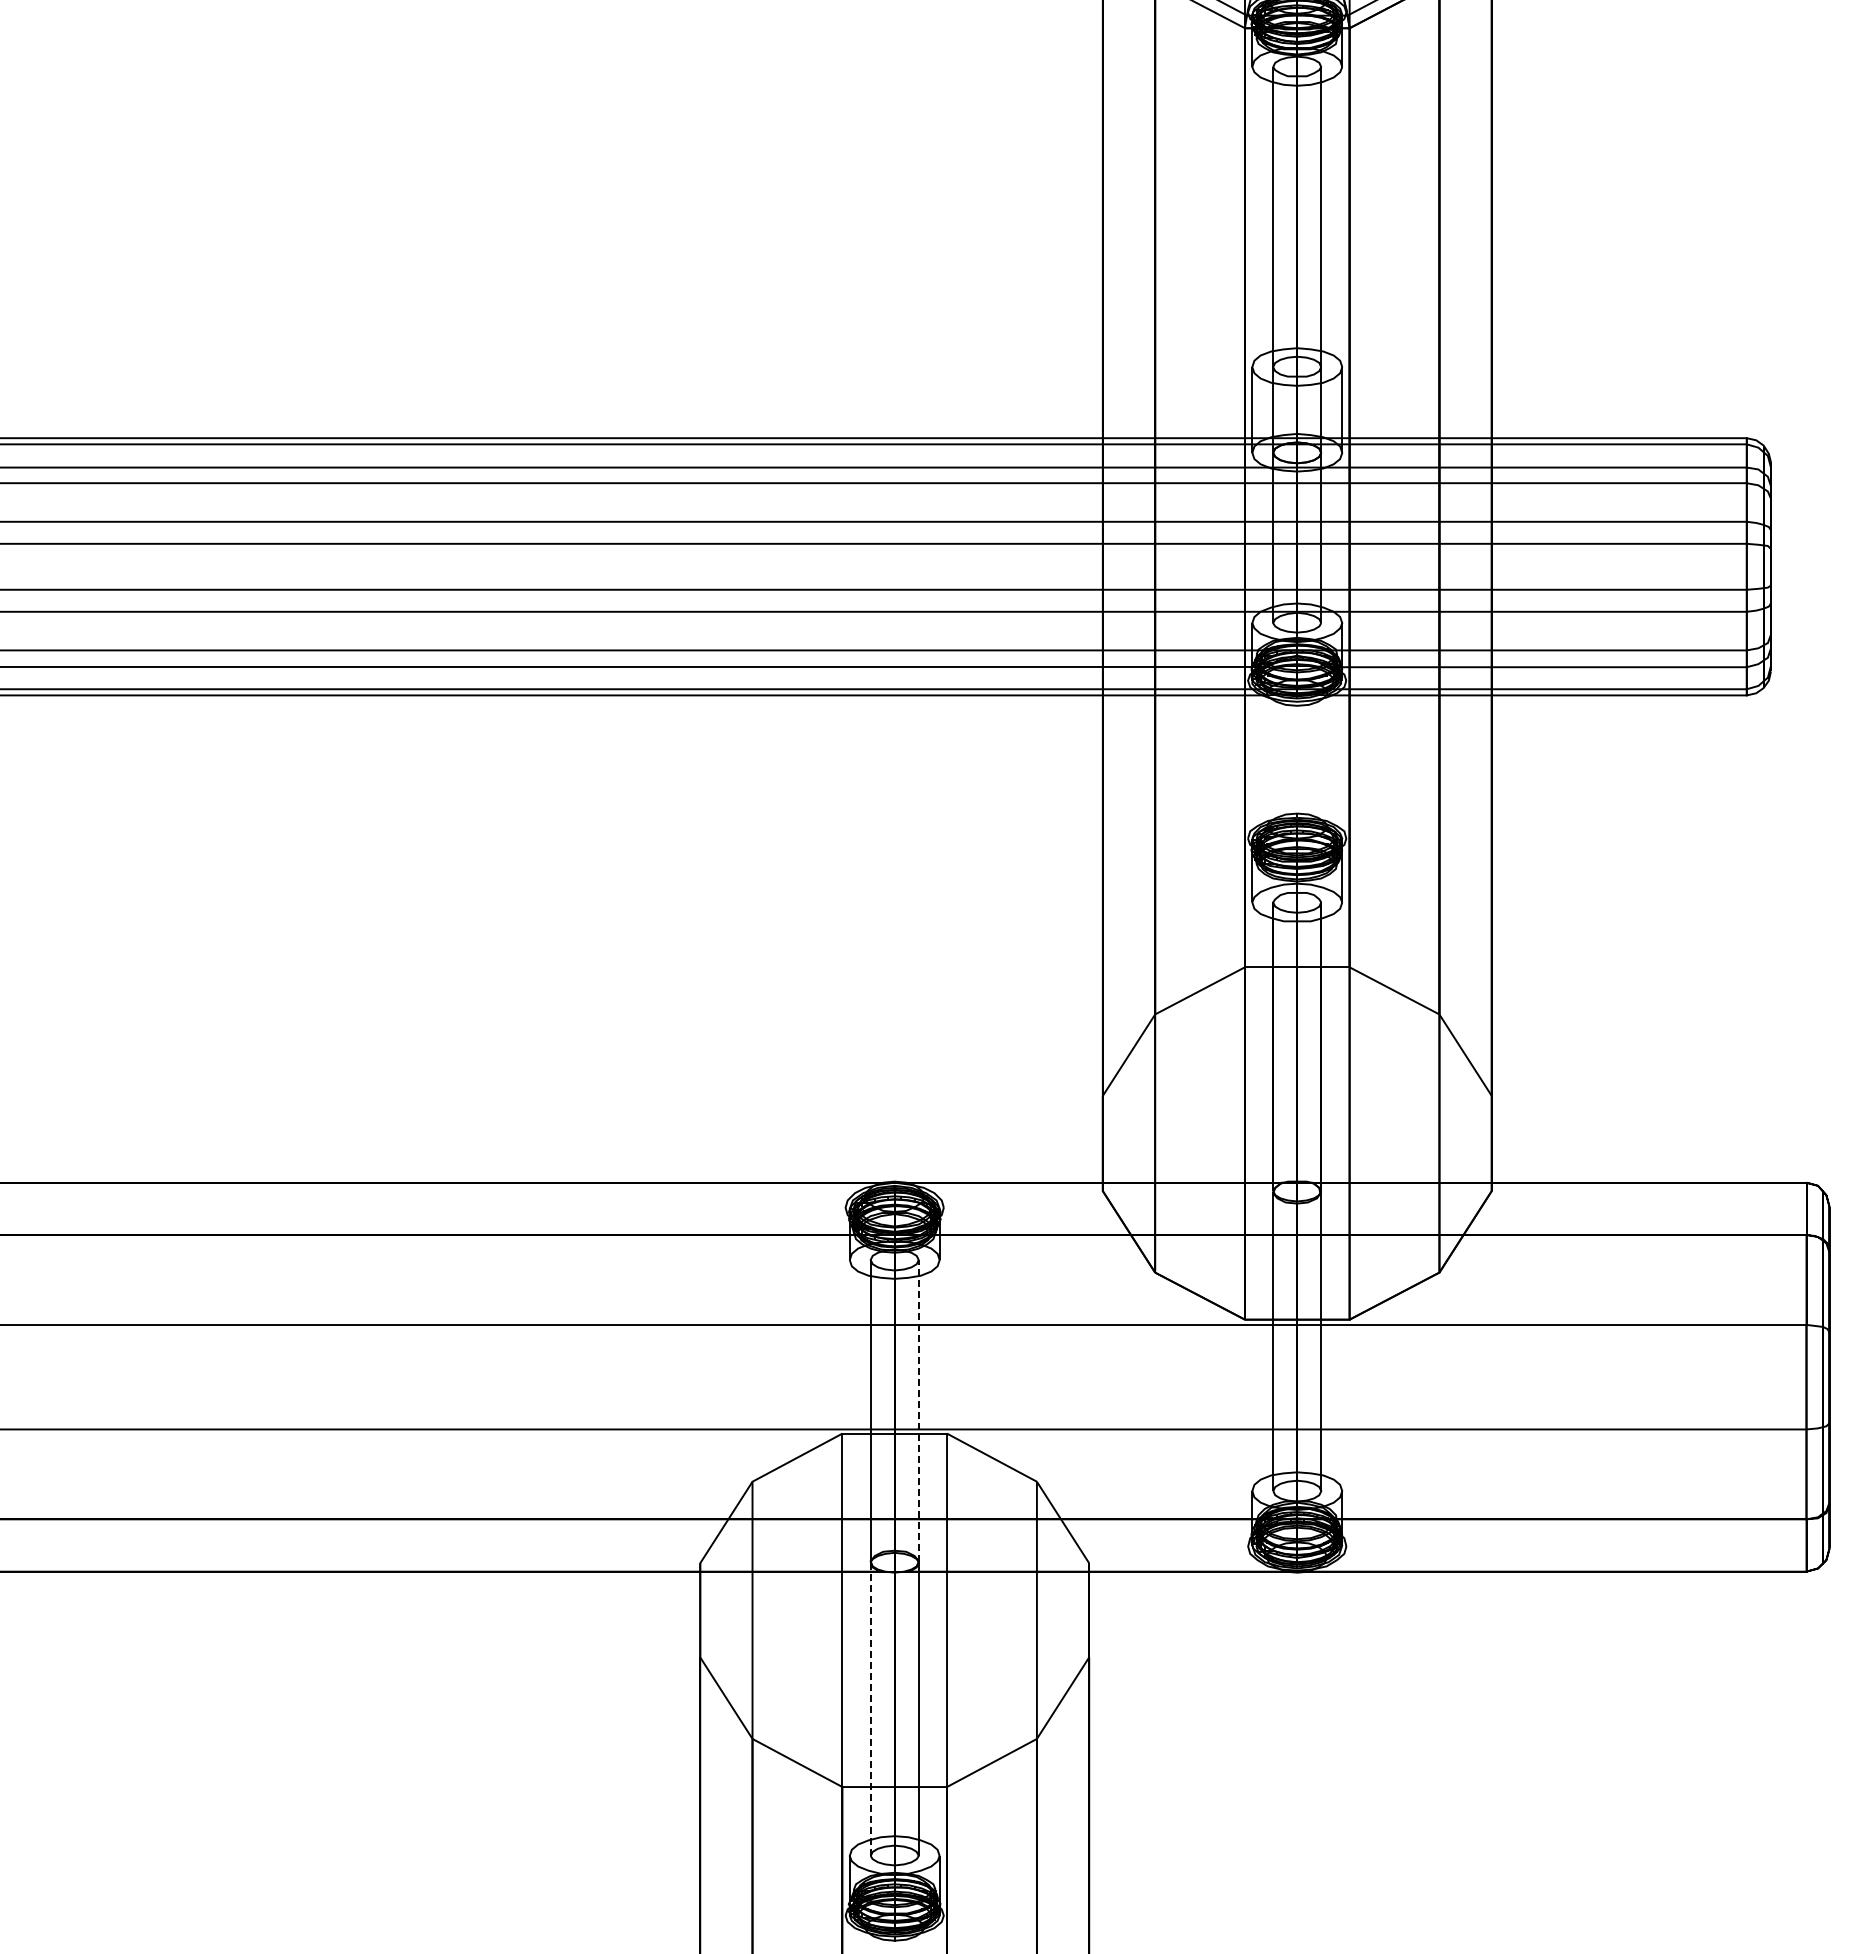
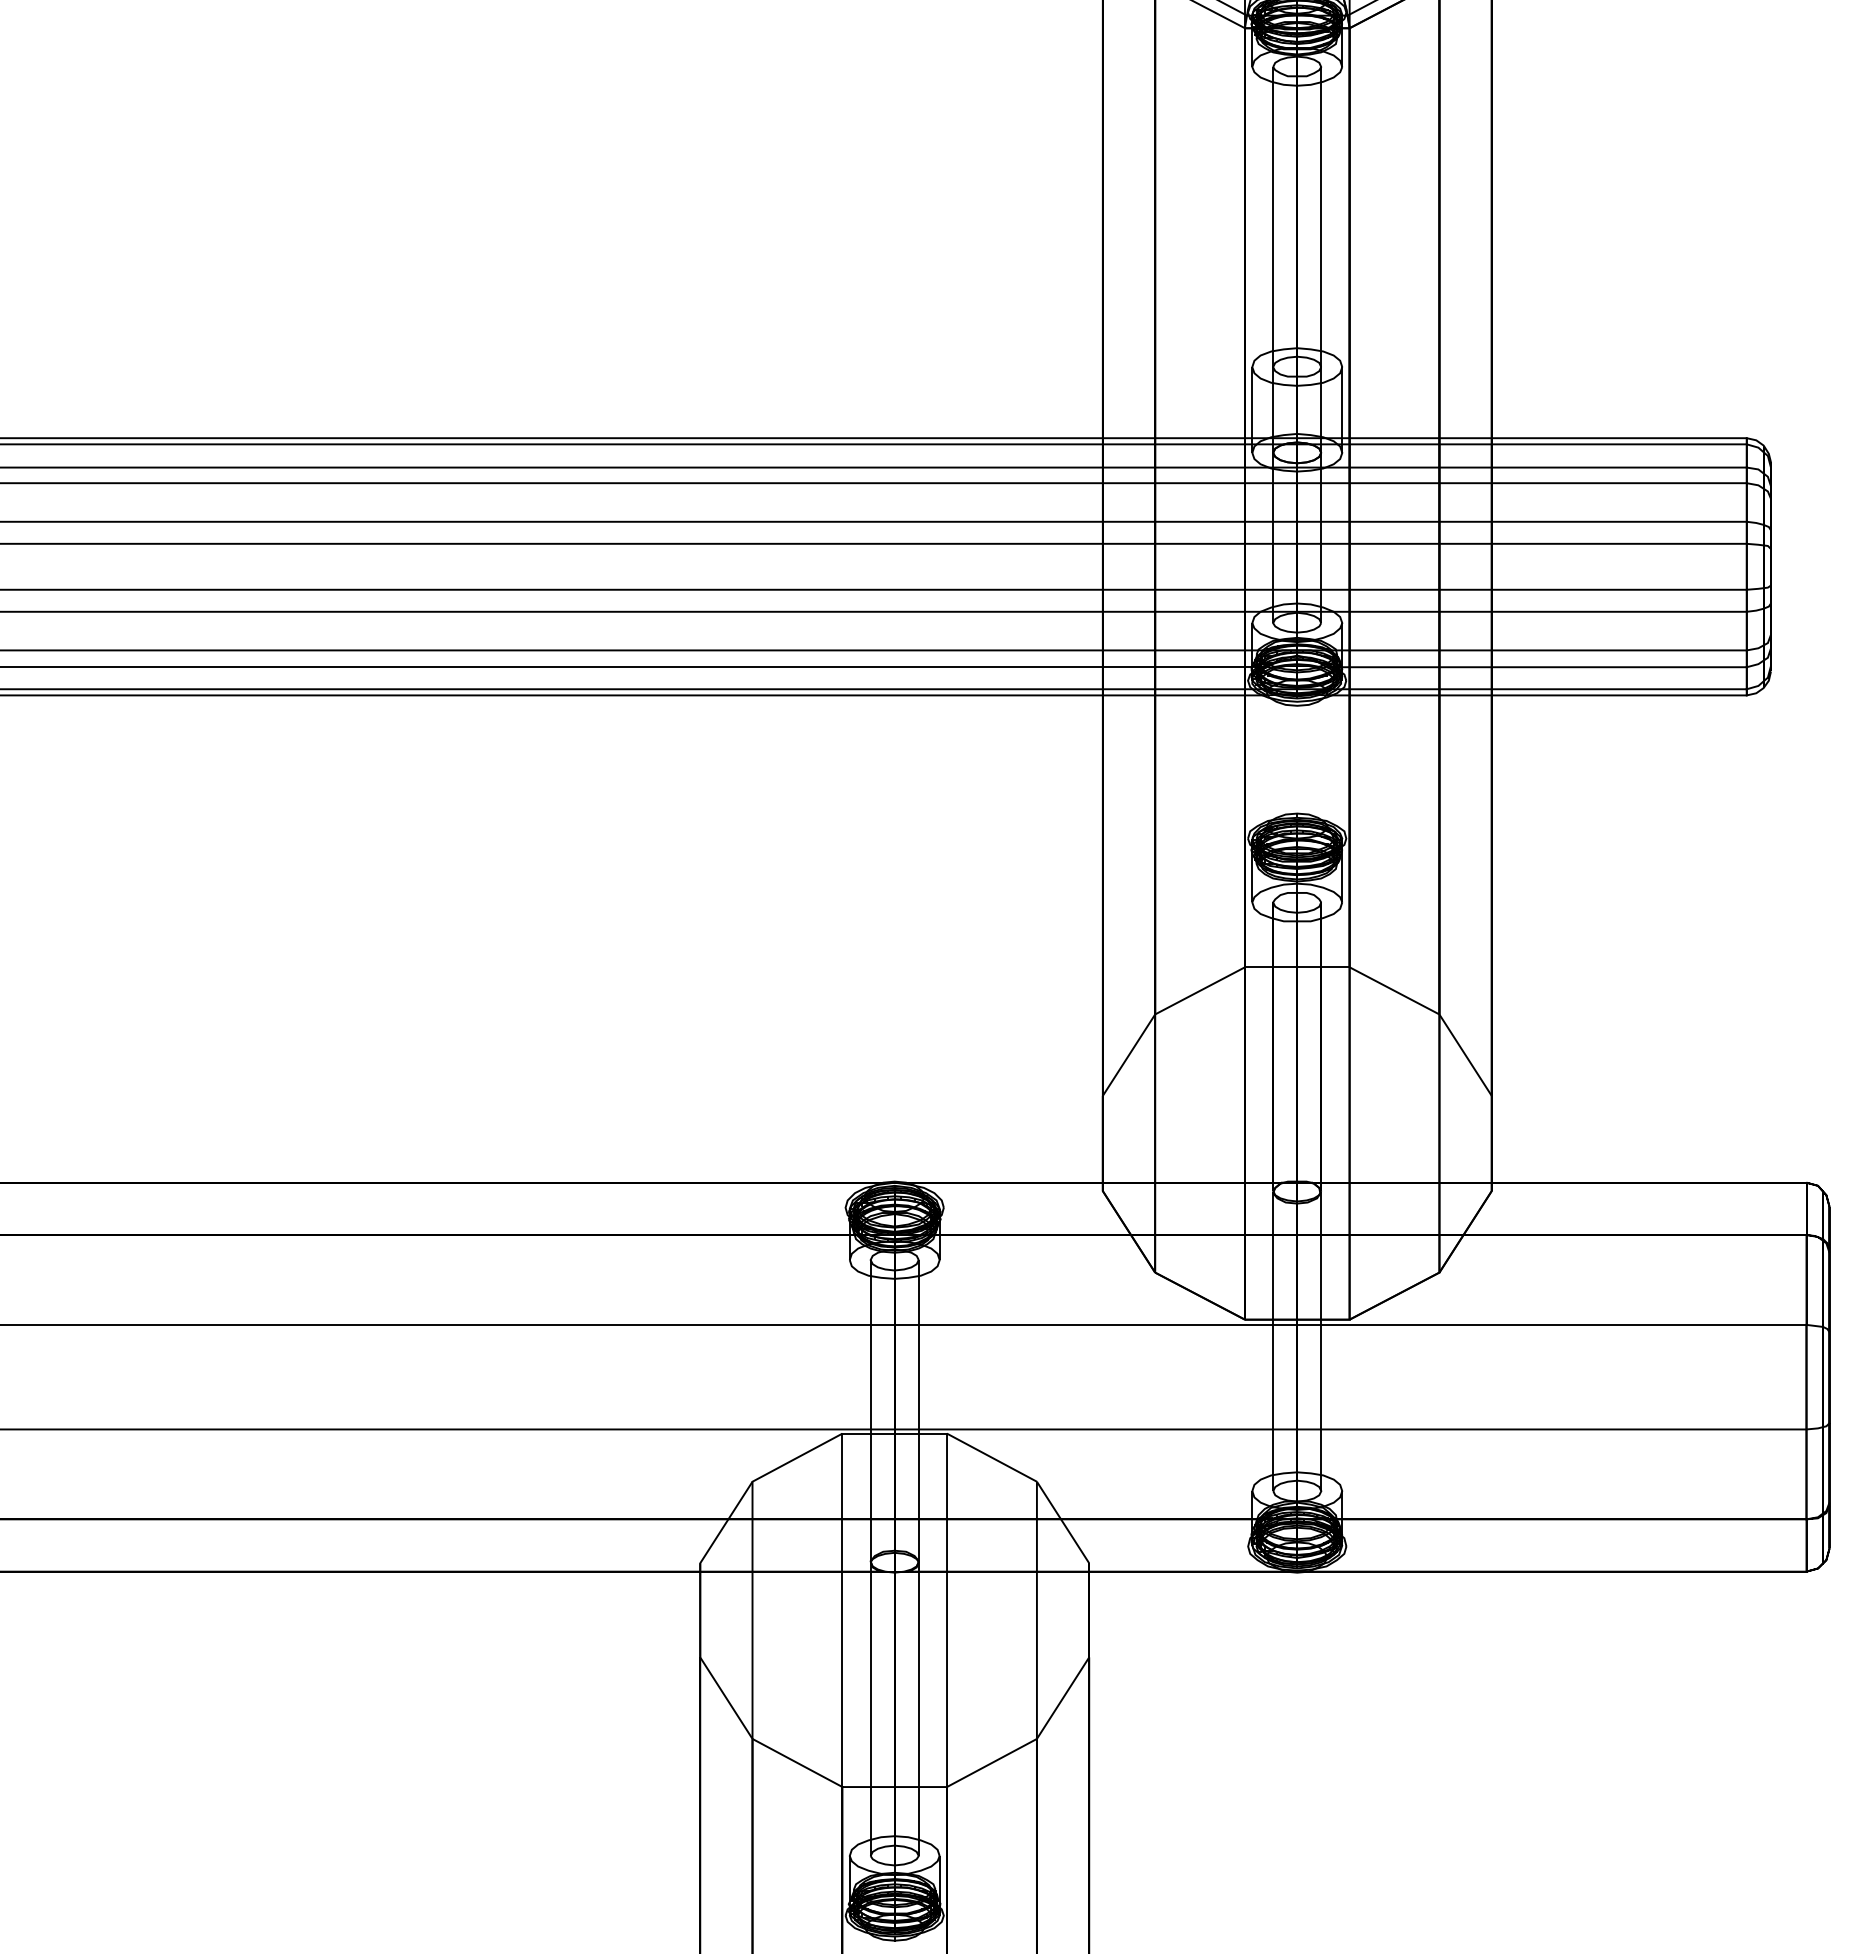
line at (918, 1410): dashed -> solid
line at (870, 1709): dashed -> solid
